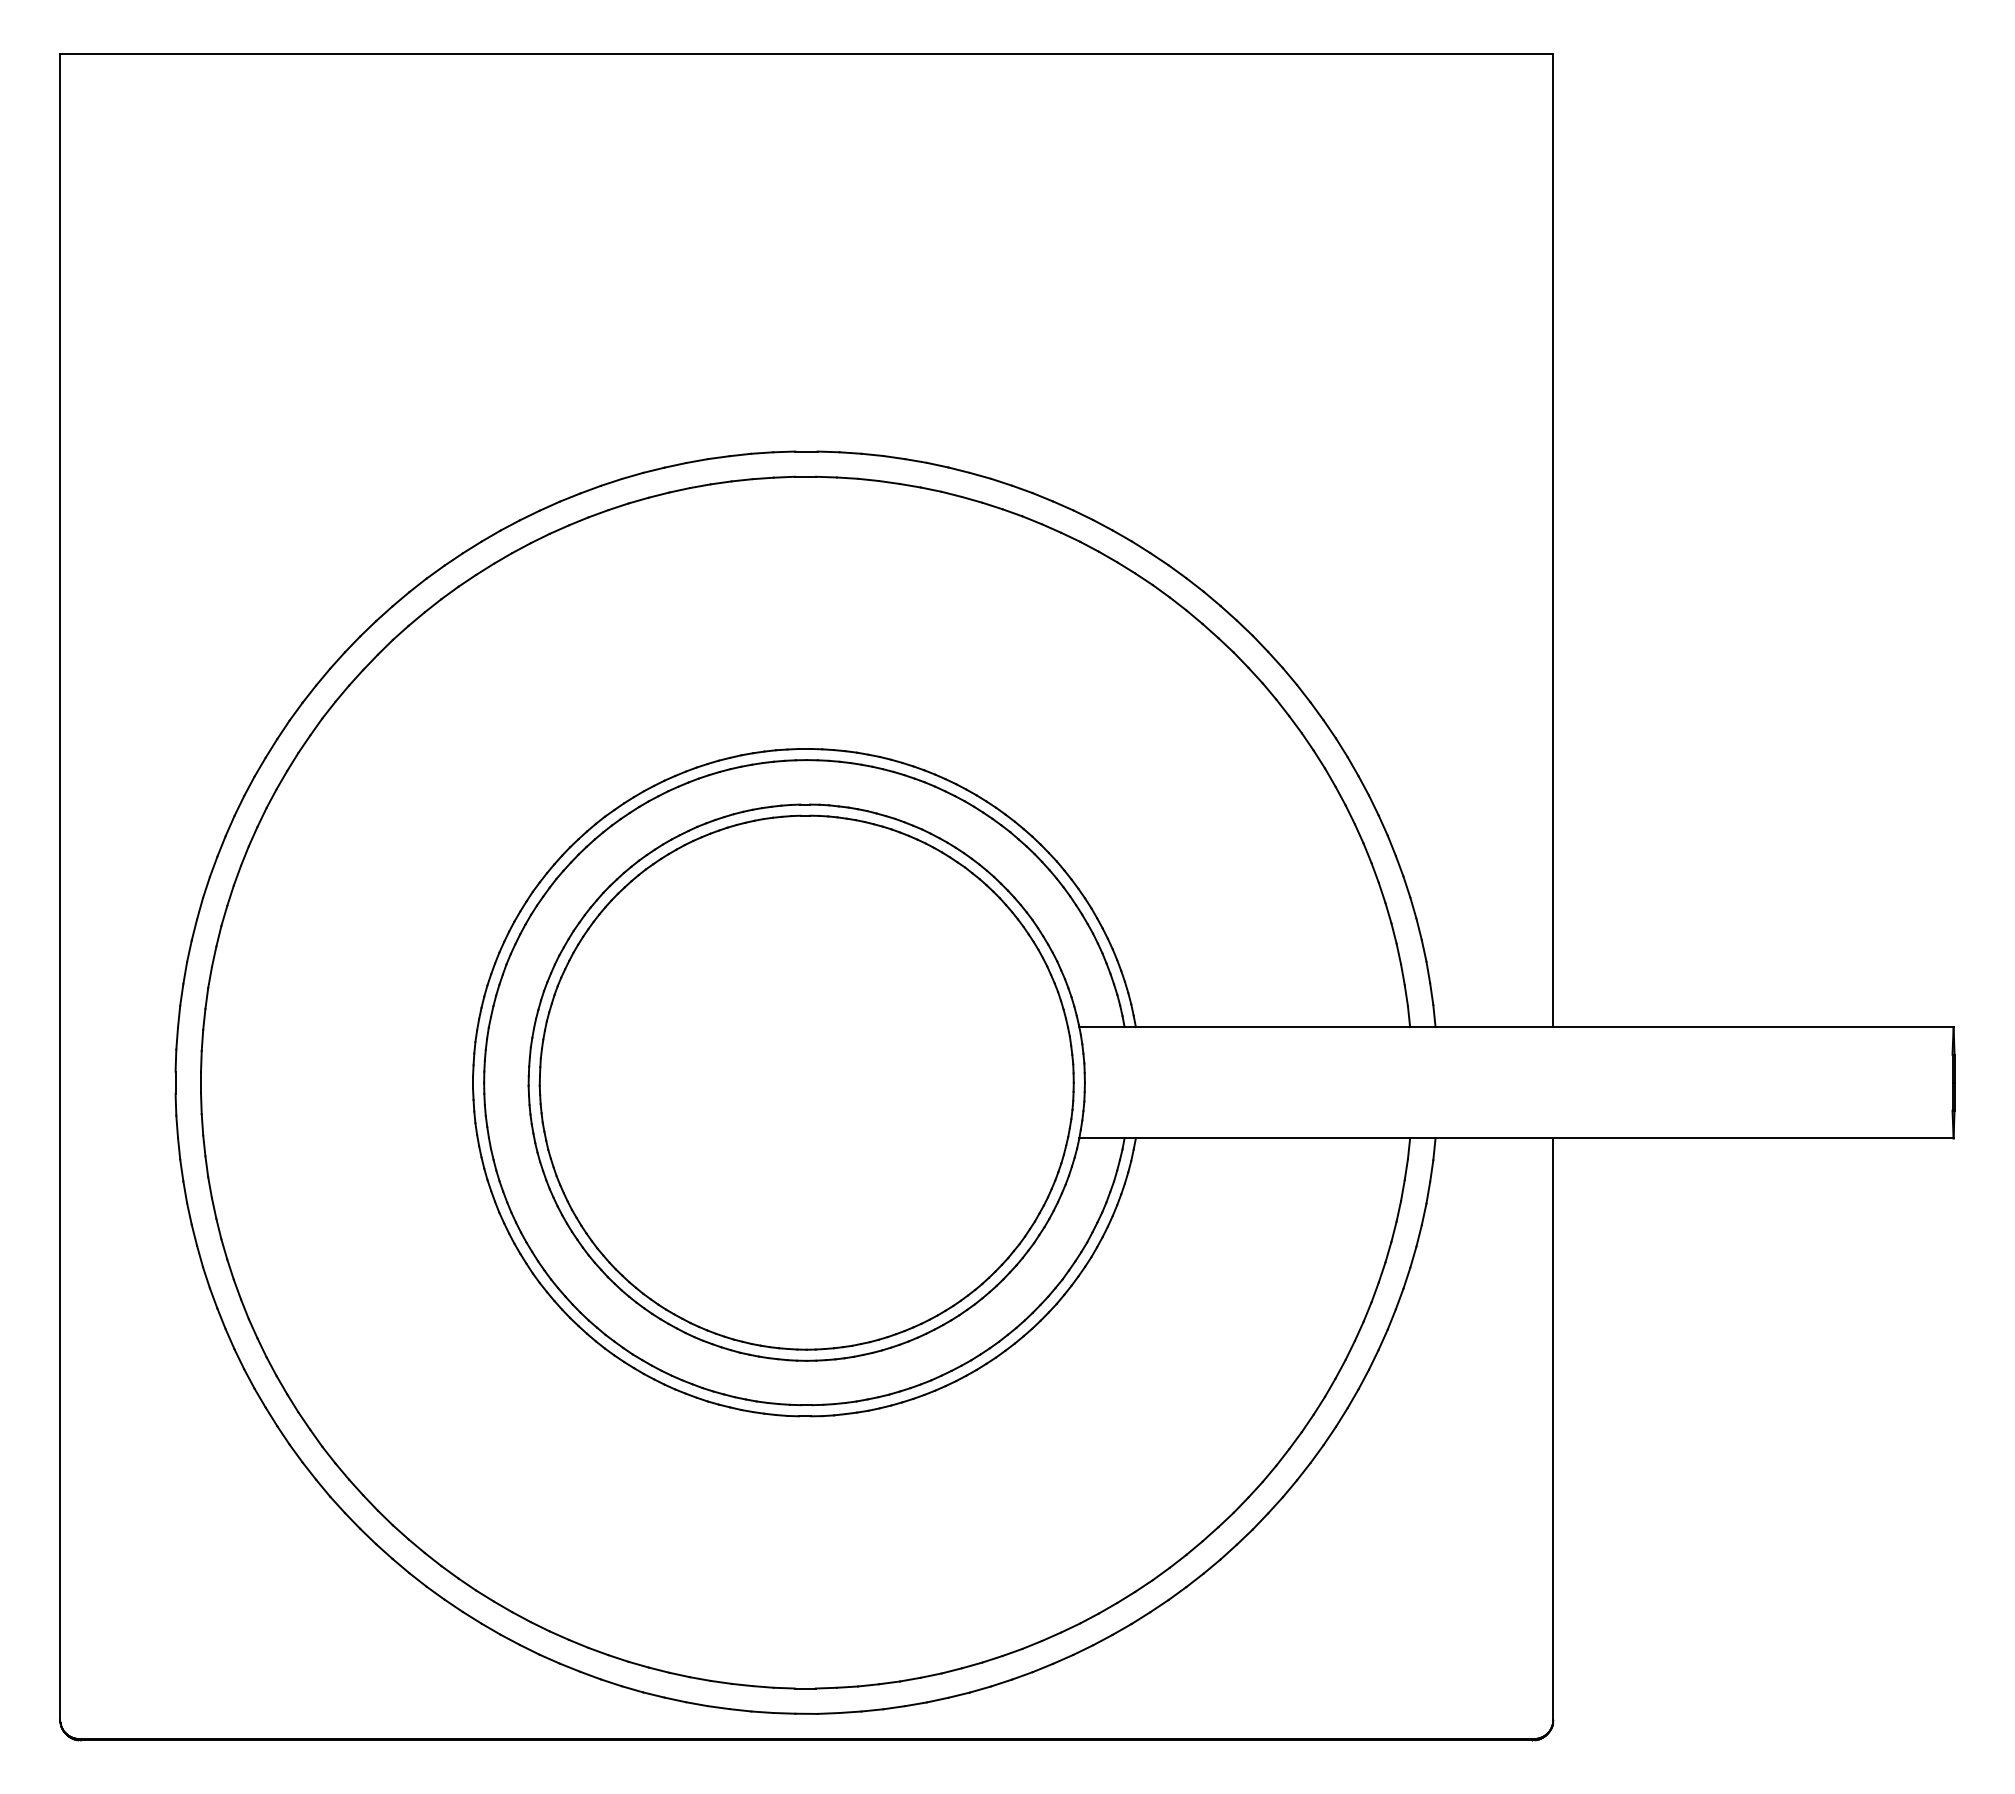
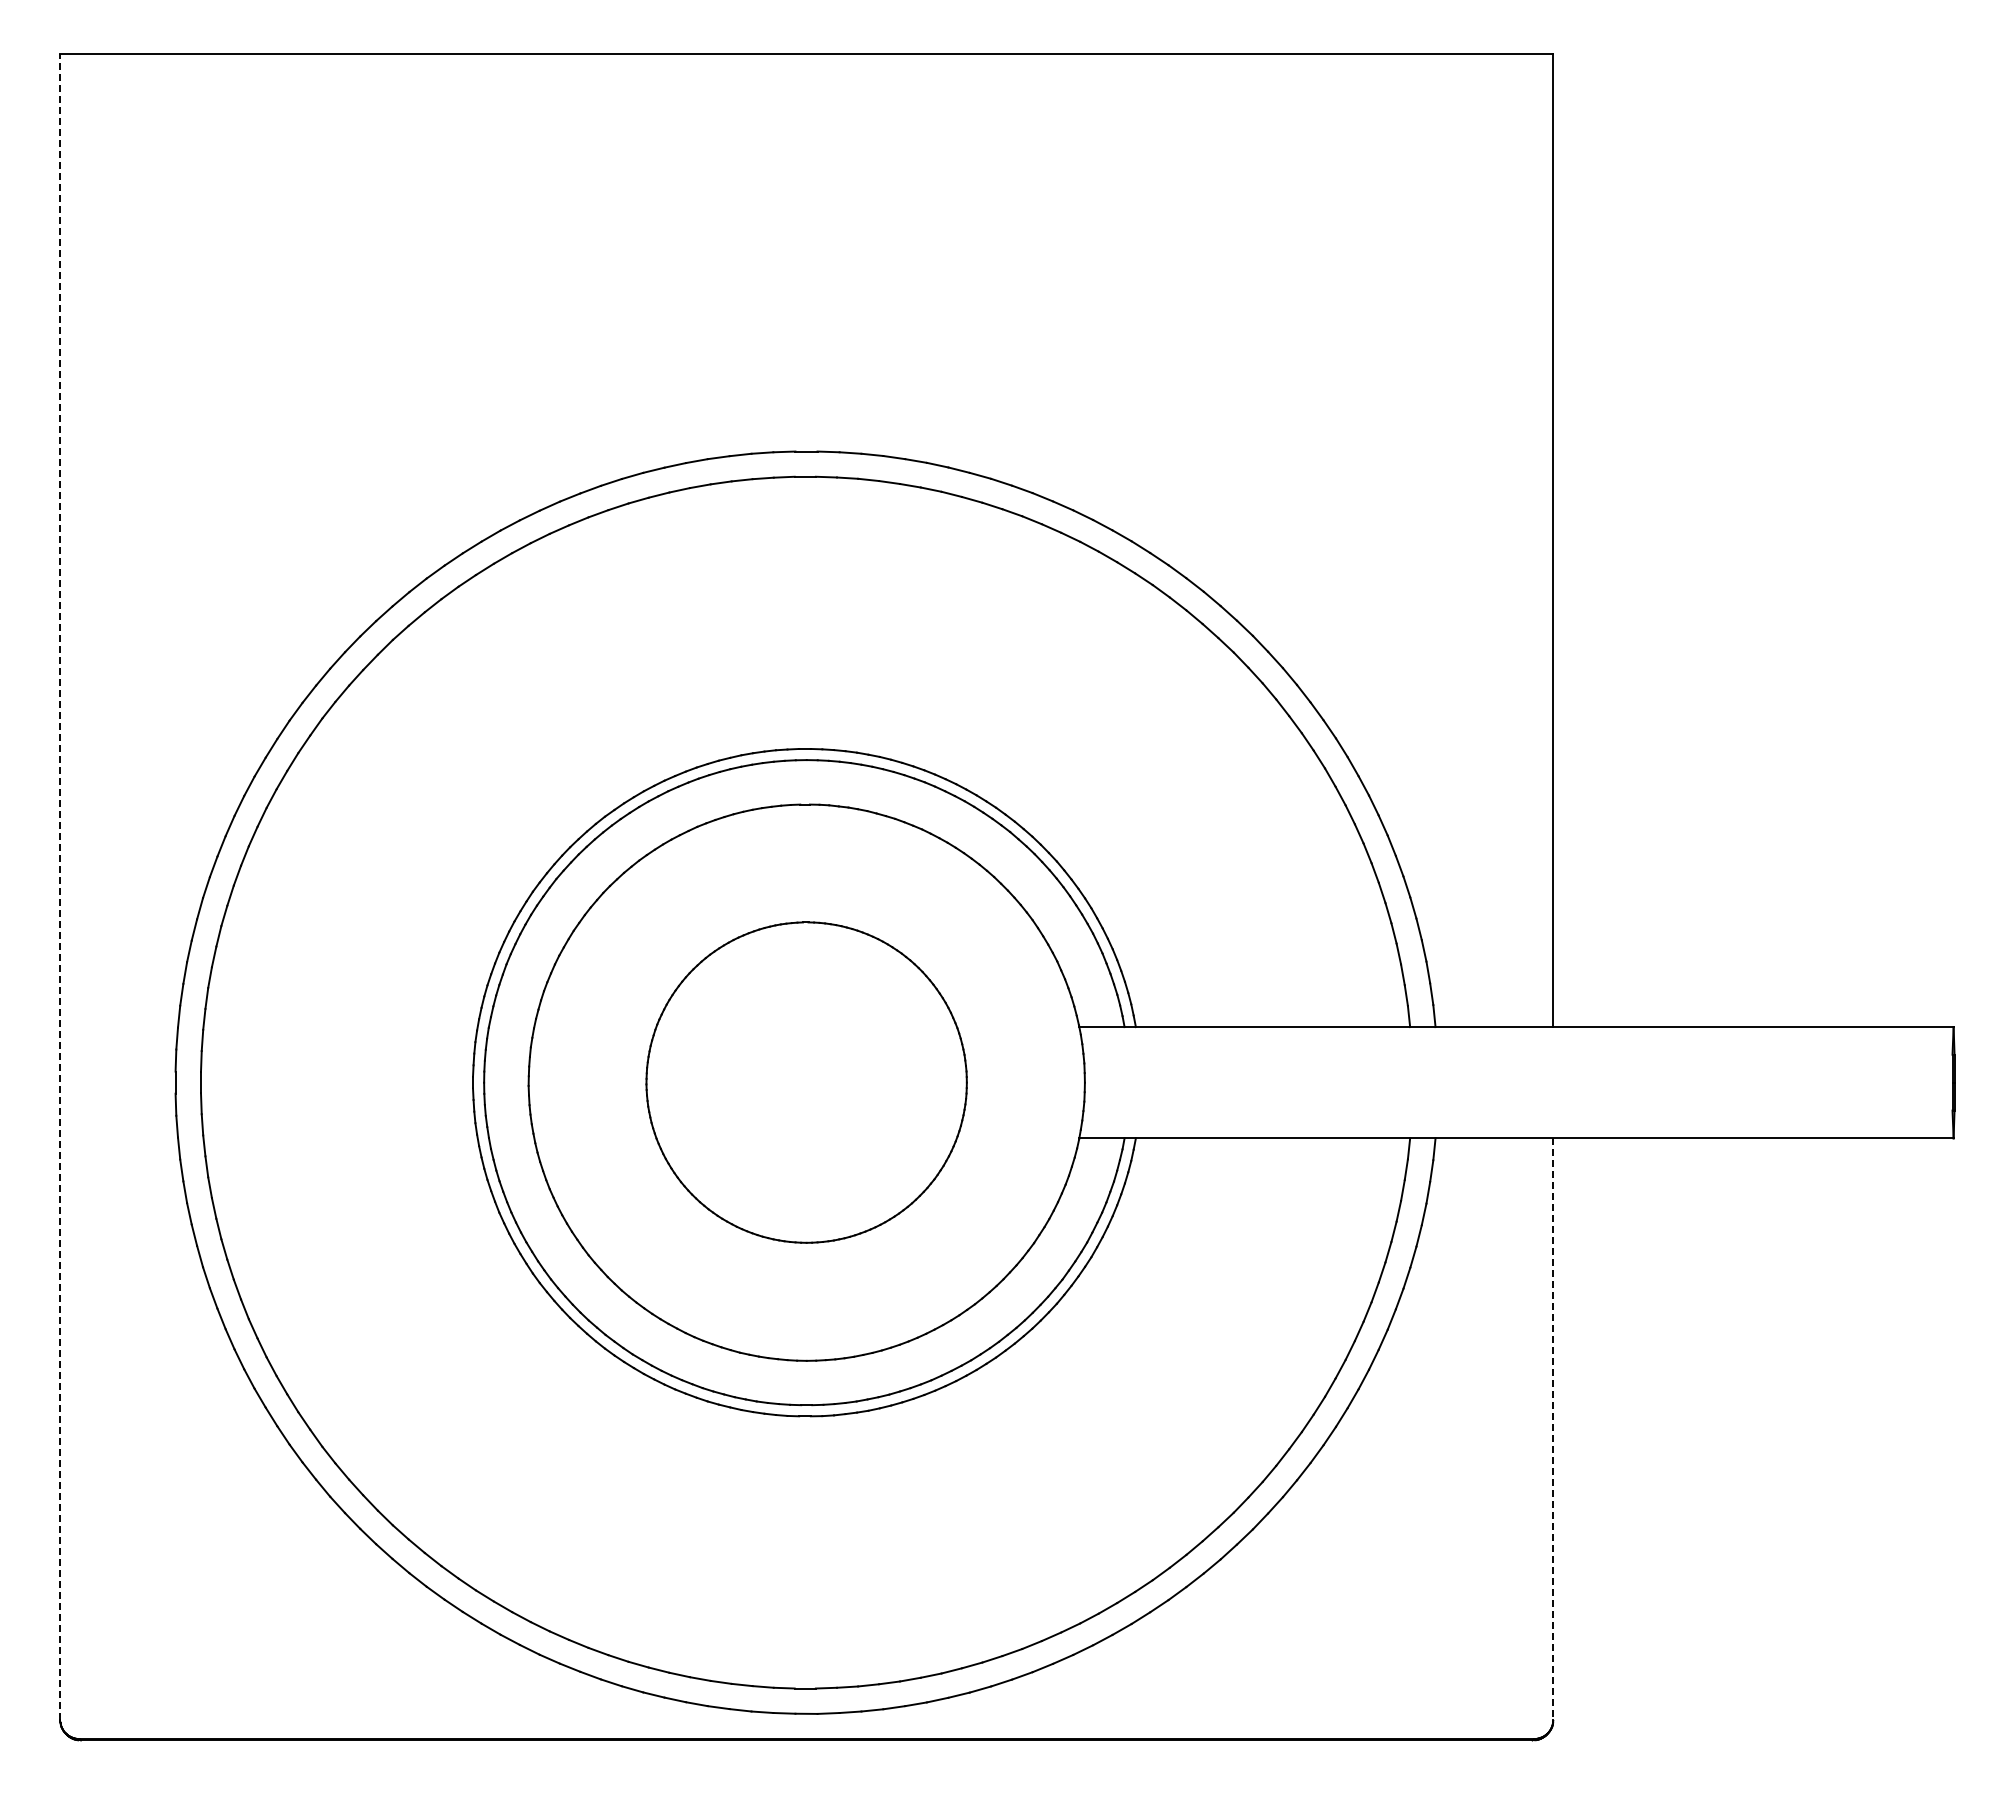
line at (60, 886): solid -> dashed
part at (806, 1082) size: 537x537 px -> 323x323 px
line at (1553, 1429): solid -> dashed
